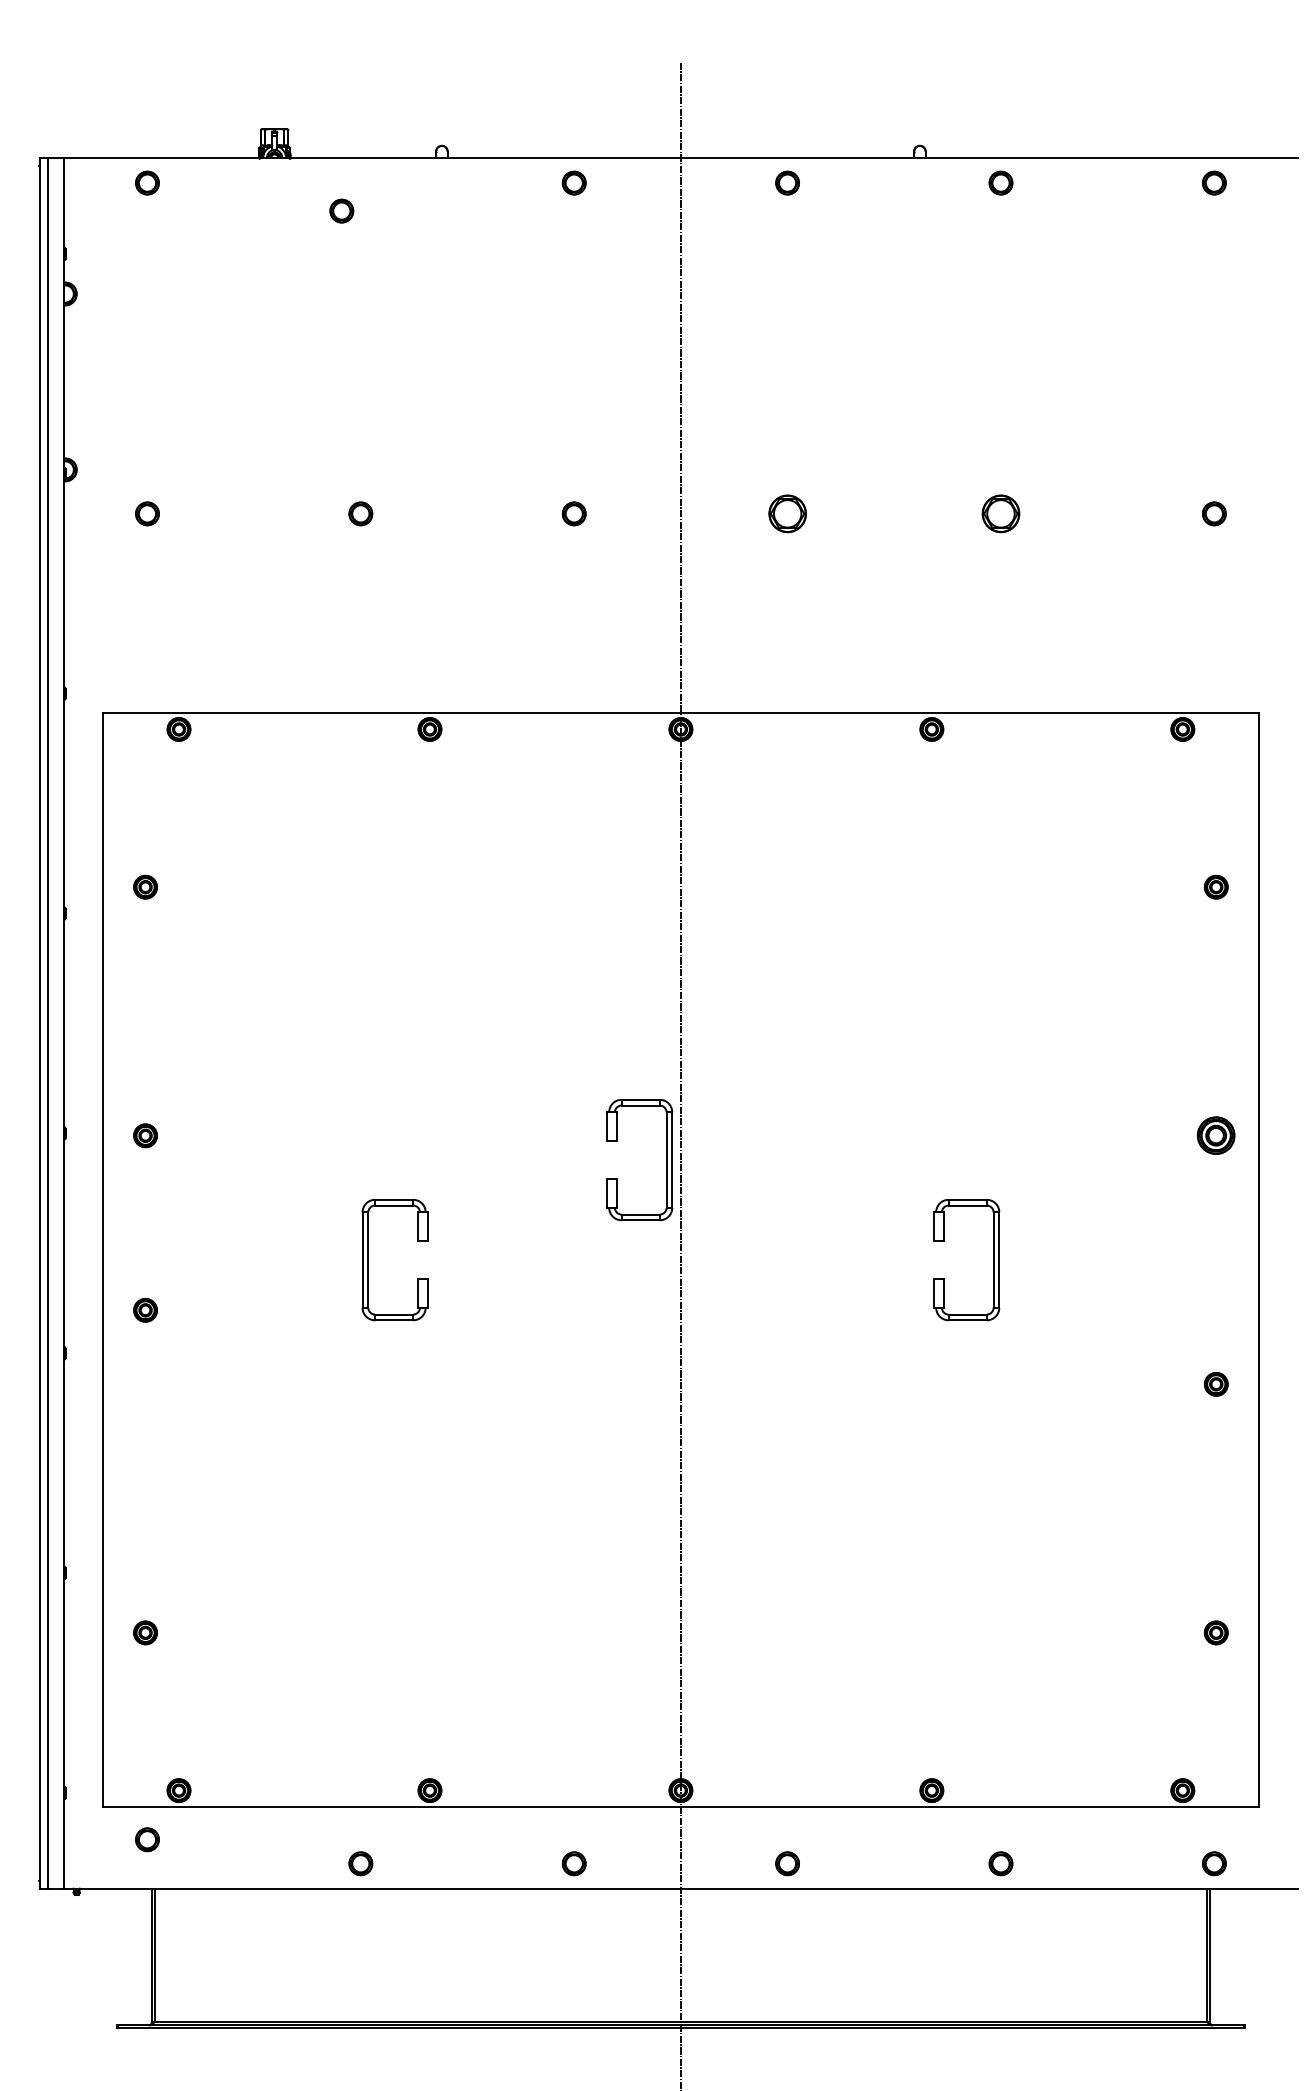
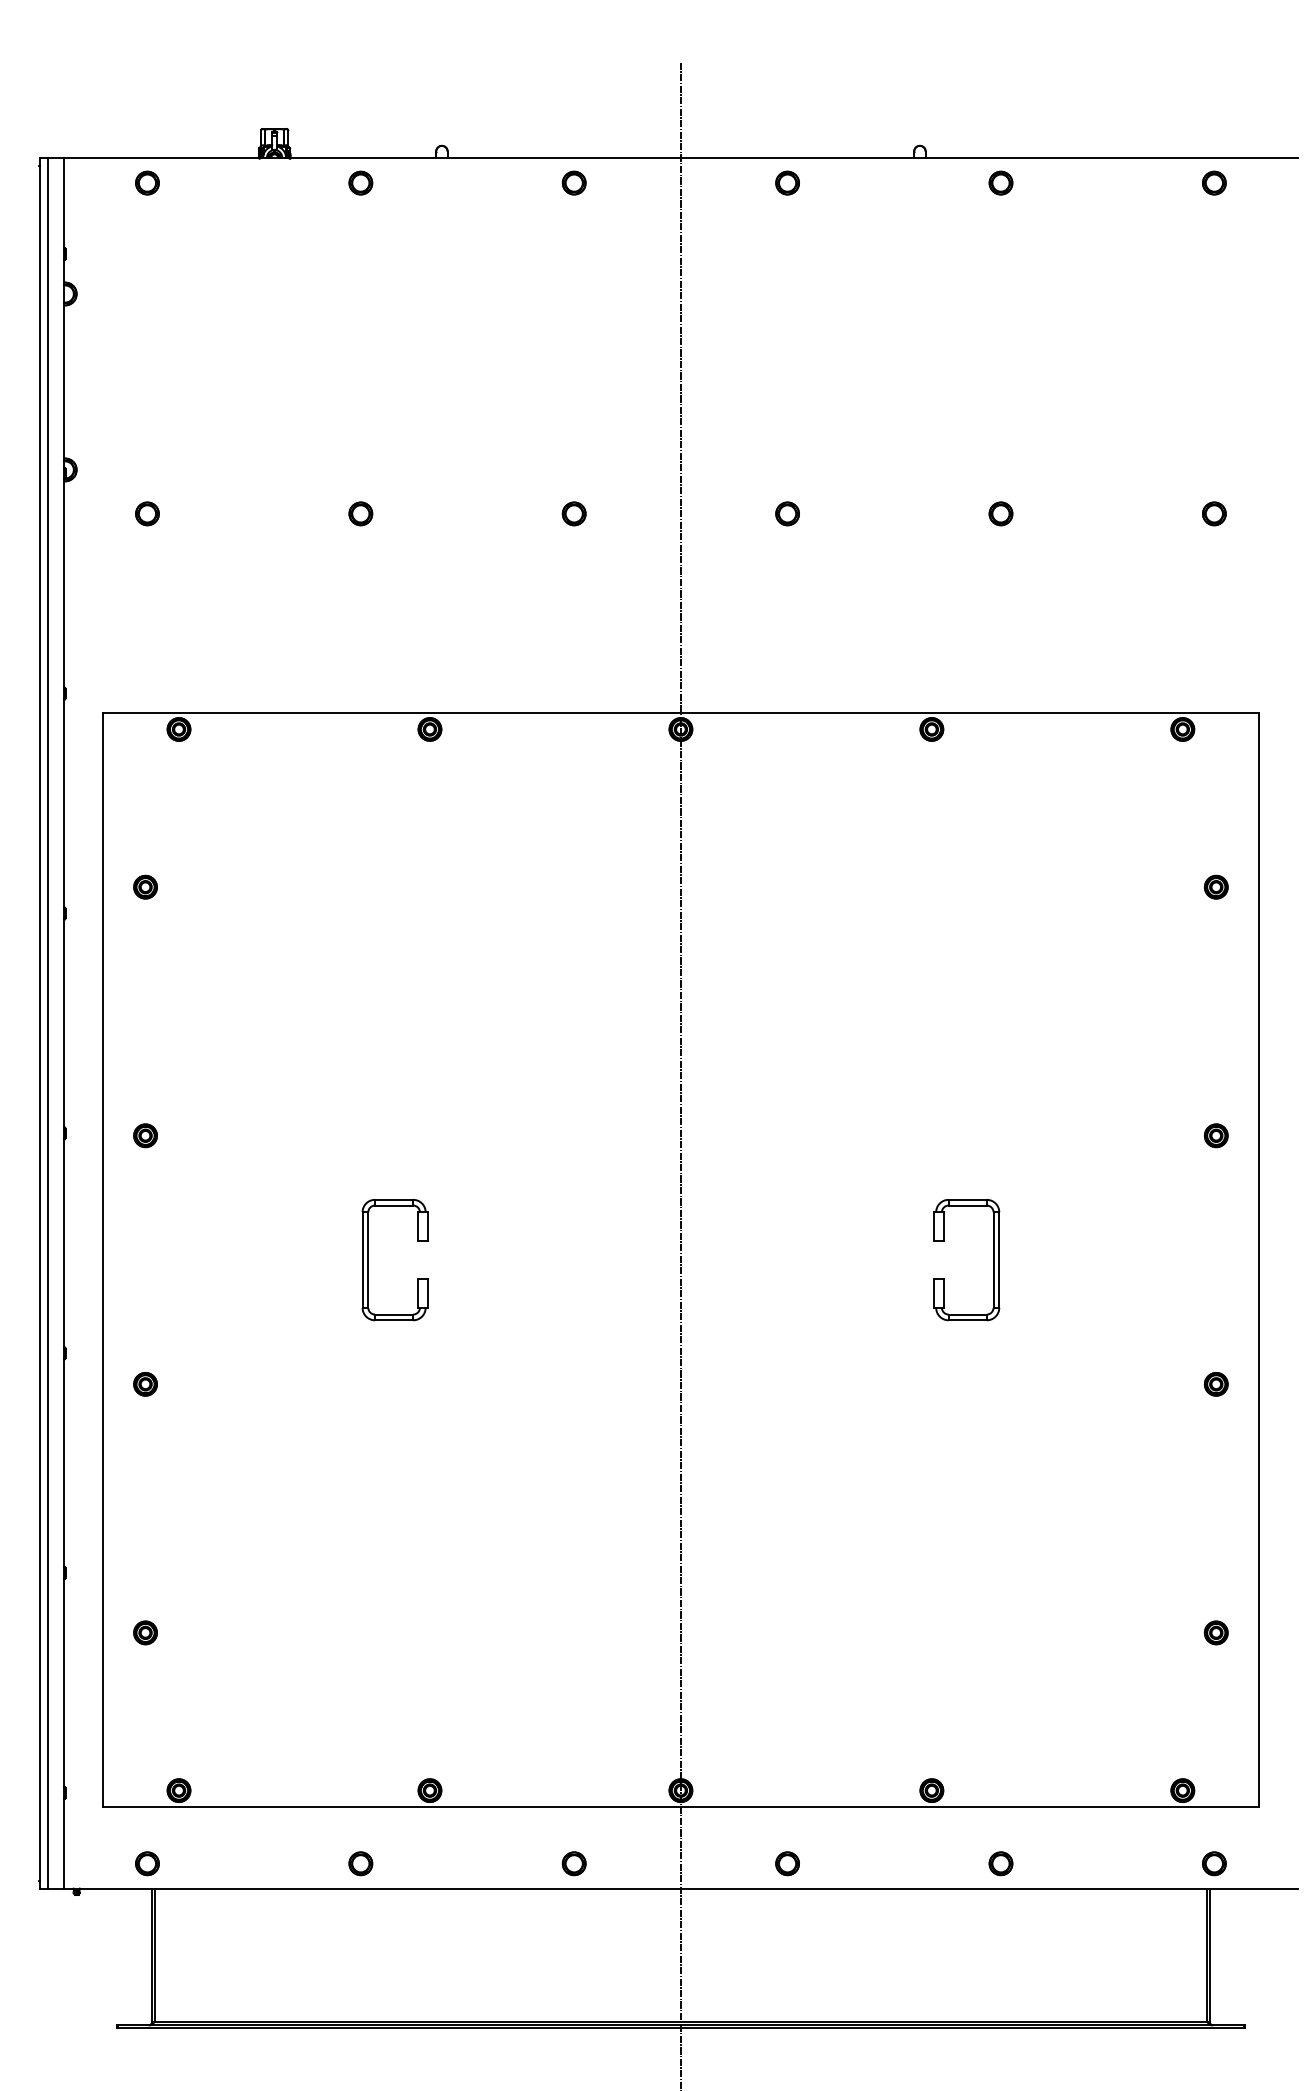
part at (341, 210) position: (341, 210) -> (360, 182)
part at (787, 513) size: 39x40 px -> 25x26 px
part at (1000, 513) size: 40x40 px -> 26x26 px
part at (1215, 1135) size: 40x39 px -> 25x26 px
part at (666, 1160): present -> none
part at (145, 1310) position: (145, 1310) -> (145, 1384)
part at (147, 1839) position: (147, 1839) -> (147, 1863)
